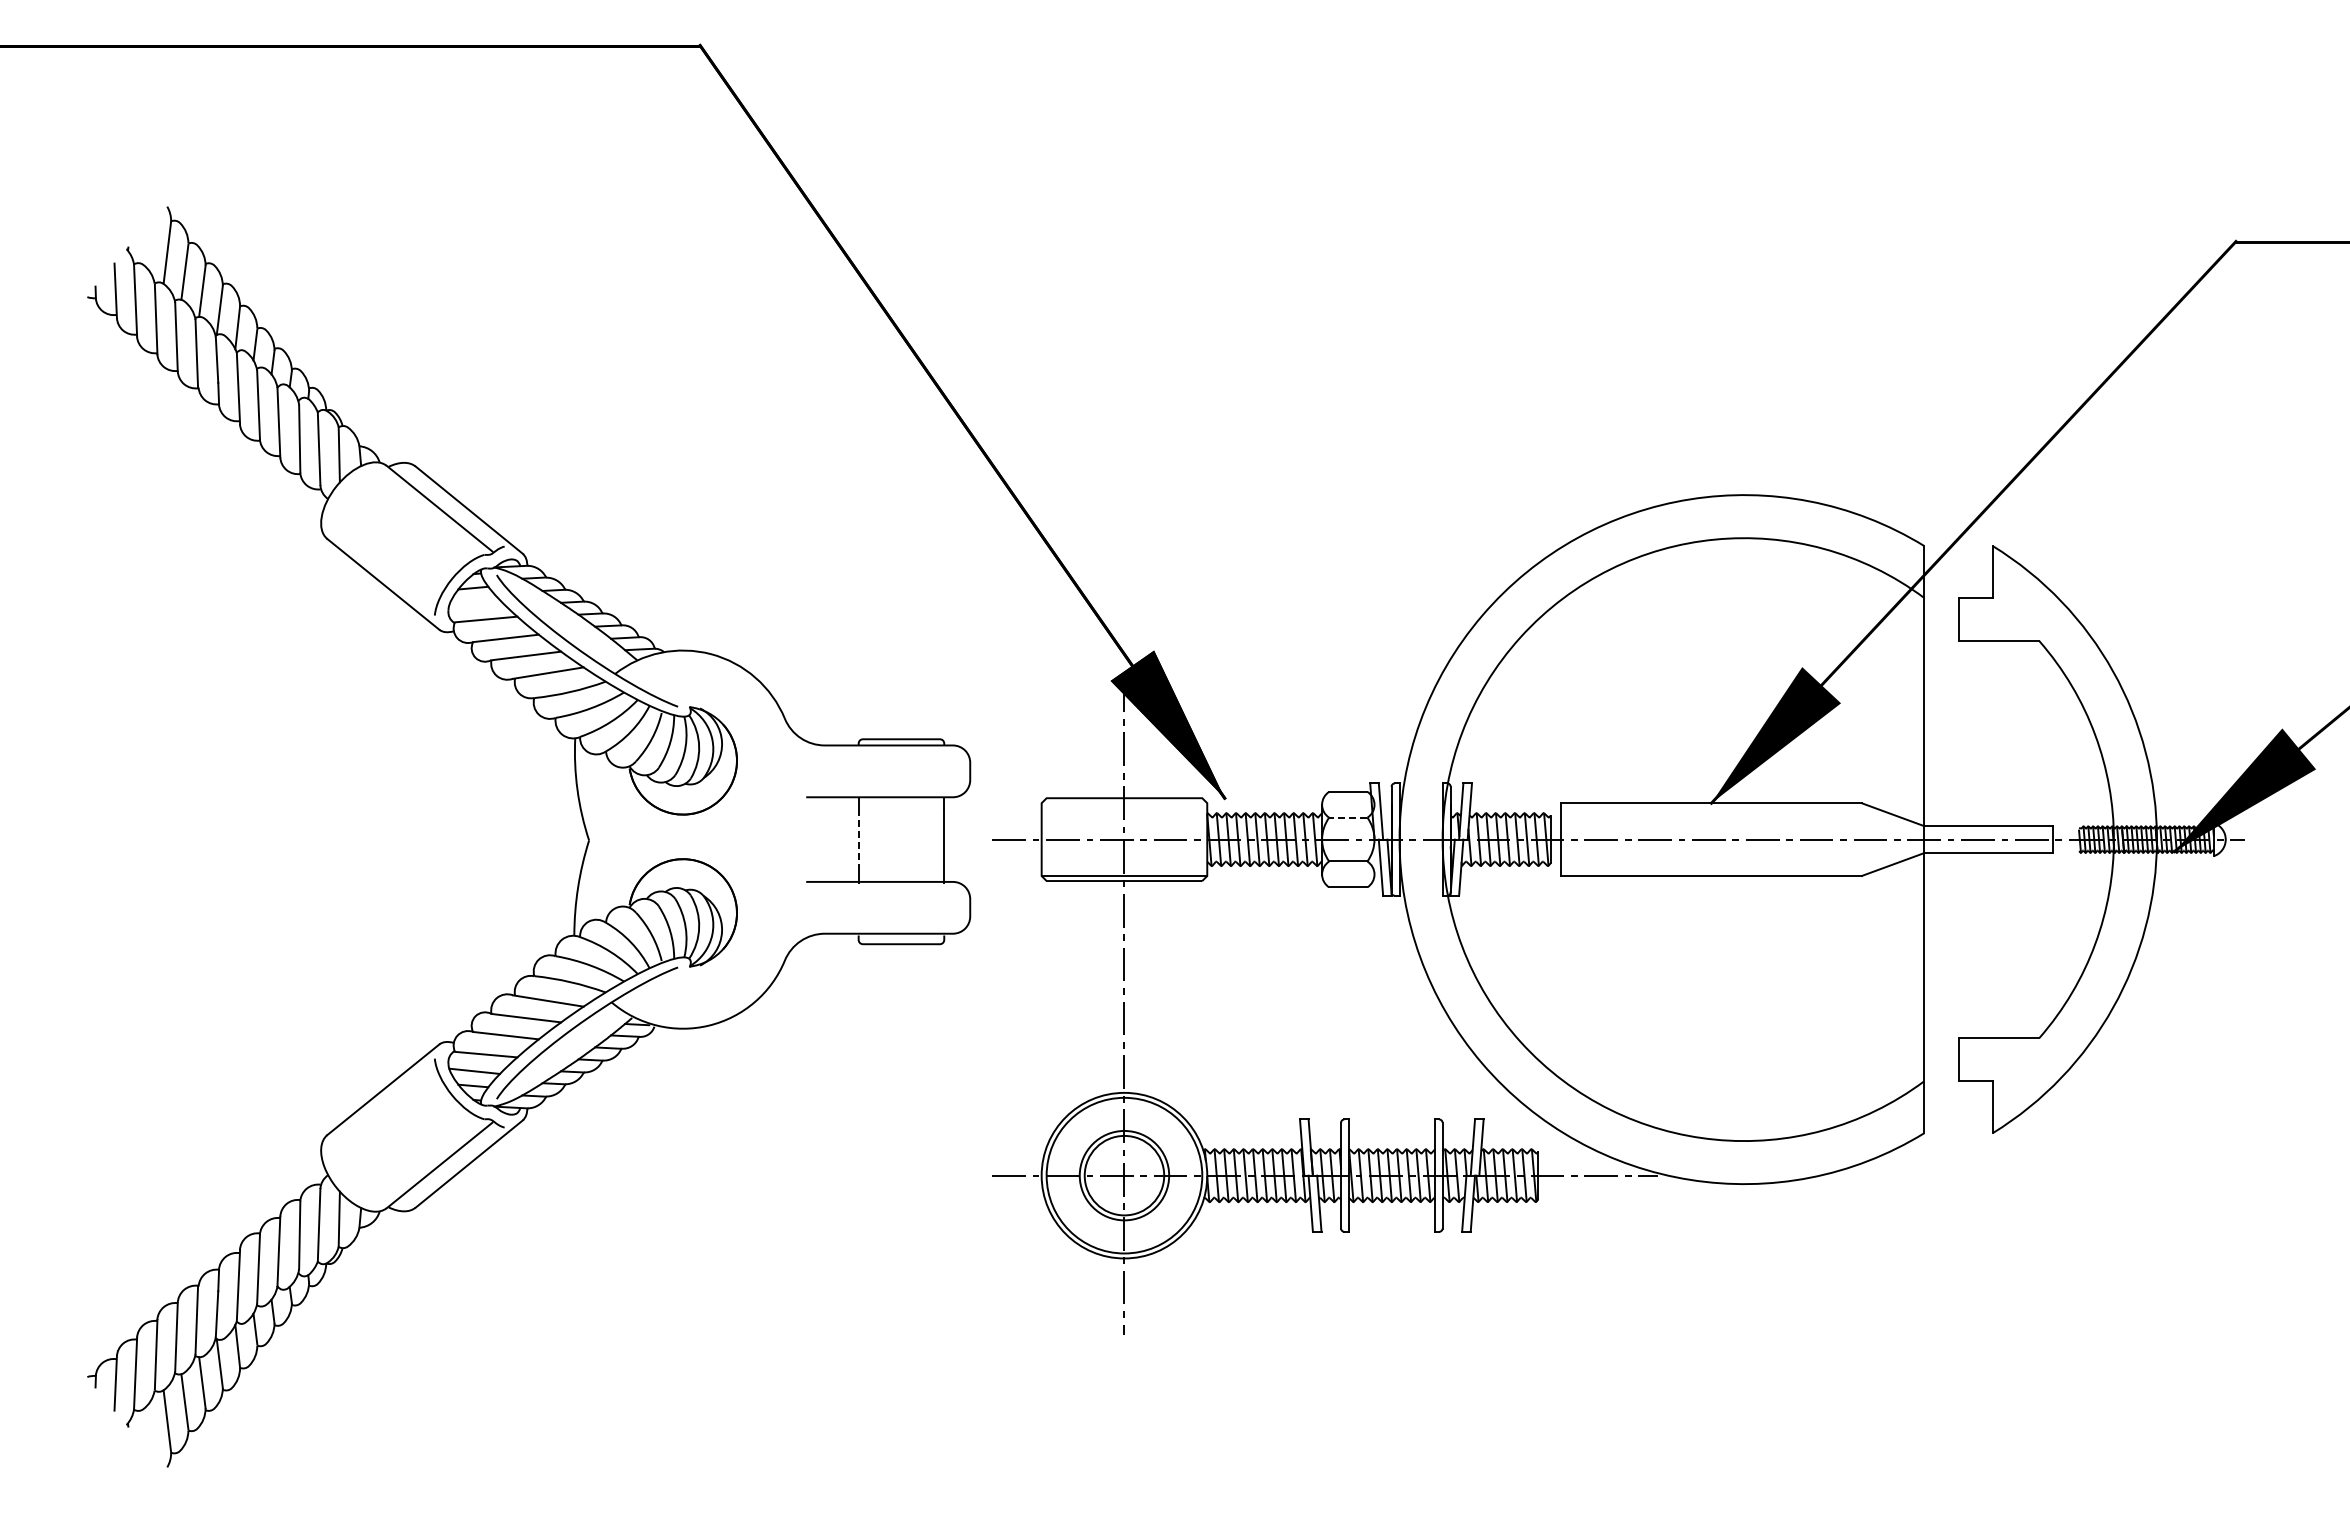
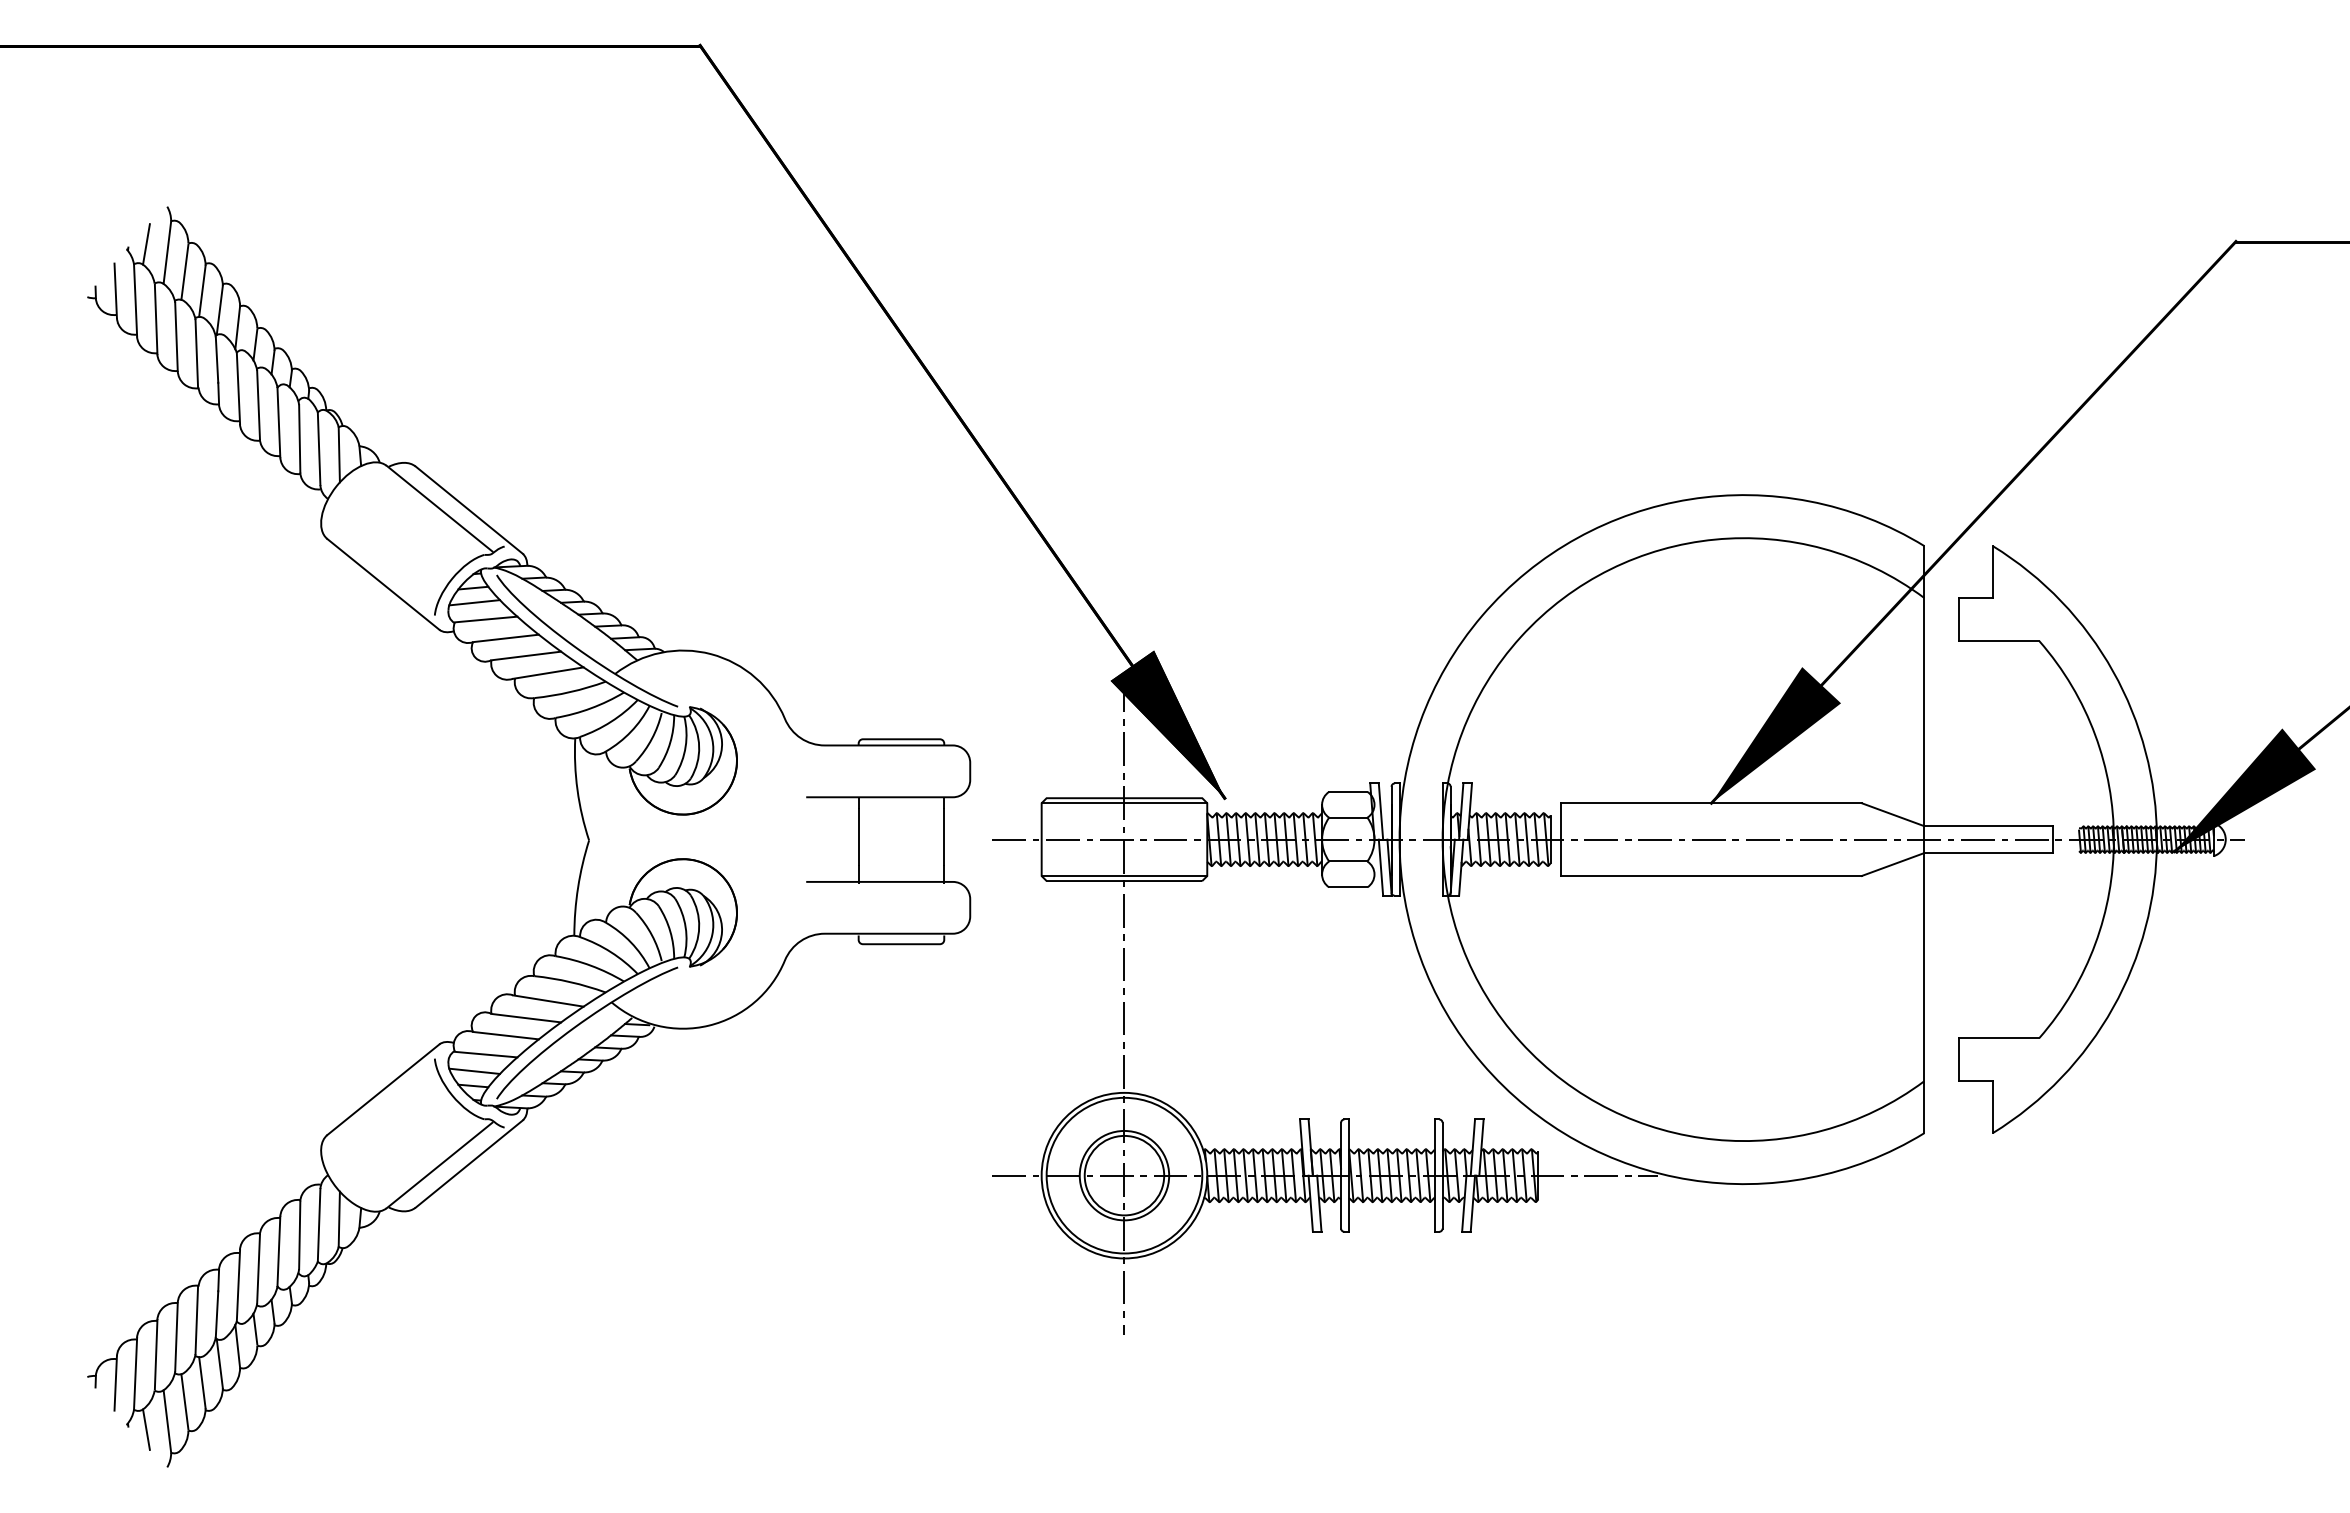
line at (146, 244): none -> present
line at (474, 602): none -> present
line at (1124, 803): none -> present
line at (1347, 817): dashed -> solid
line at (858, 837): dashed -> solid
line at (146, 1429): none -> present
